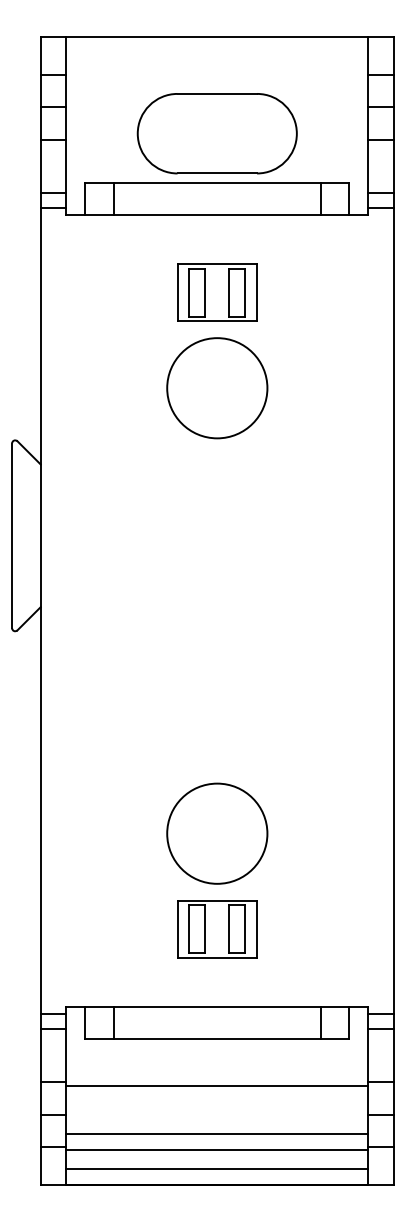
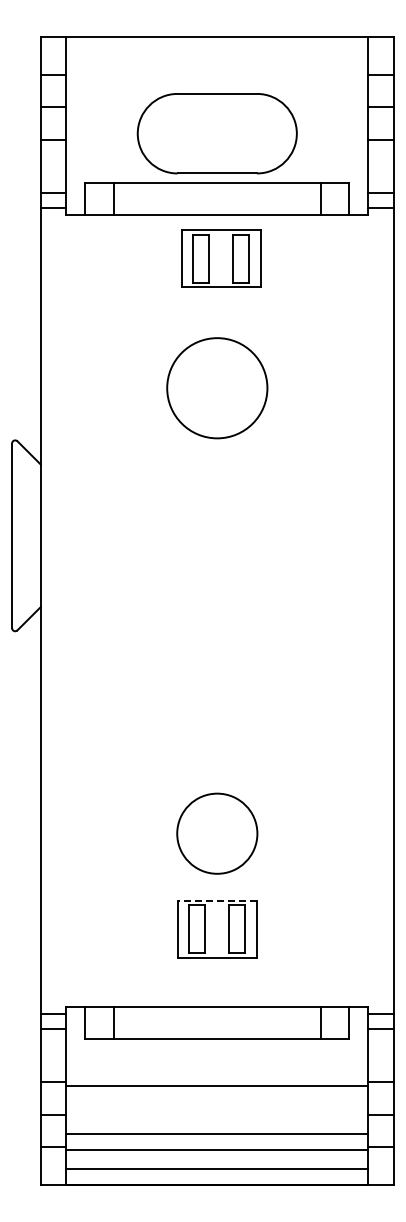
part at (217, 292) position: (217, 292) -> (221, 258)
circle at (217, 833) diameter: 100 px -> 80 px
line at (217, 900): solid -> dashed
